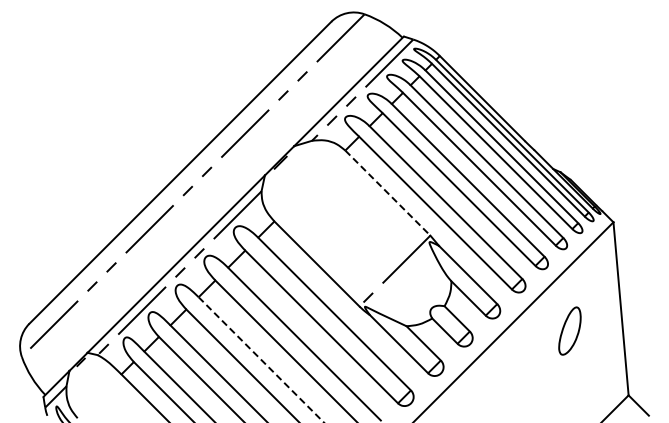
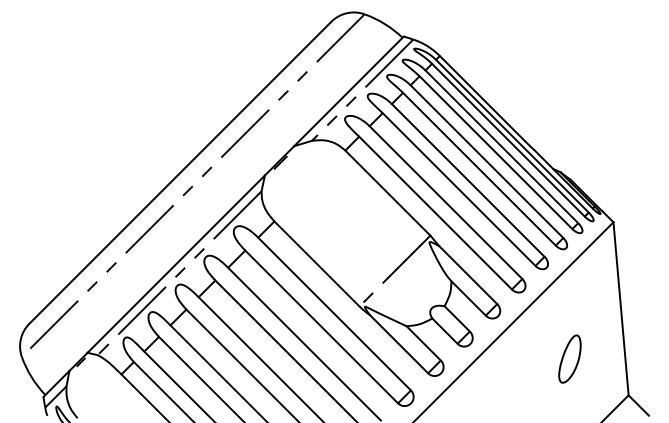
line at (388, 193): dashed -> solid
part at (569, 330) position: (569, 330) -> (569, 358)
line at (261, 359): dashed -> solid
